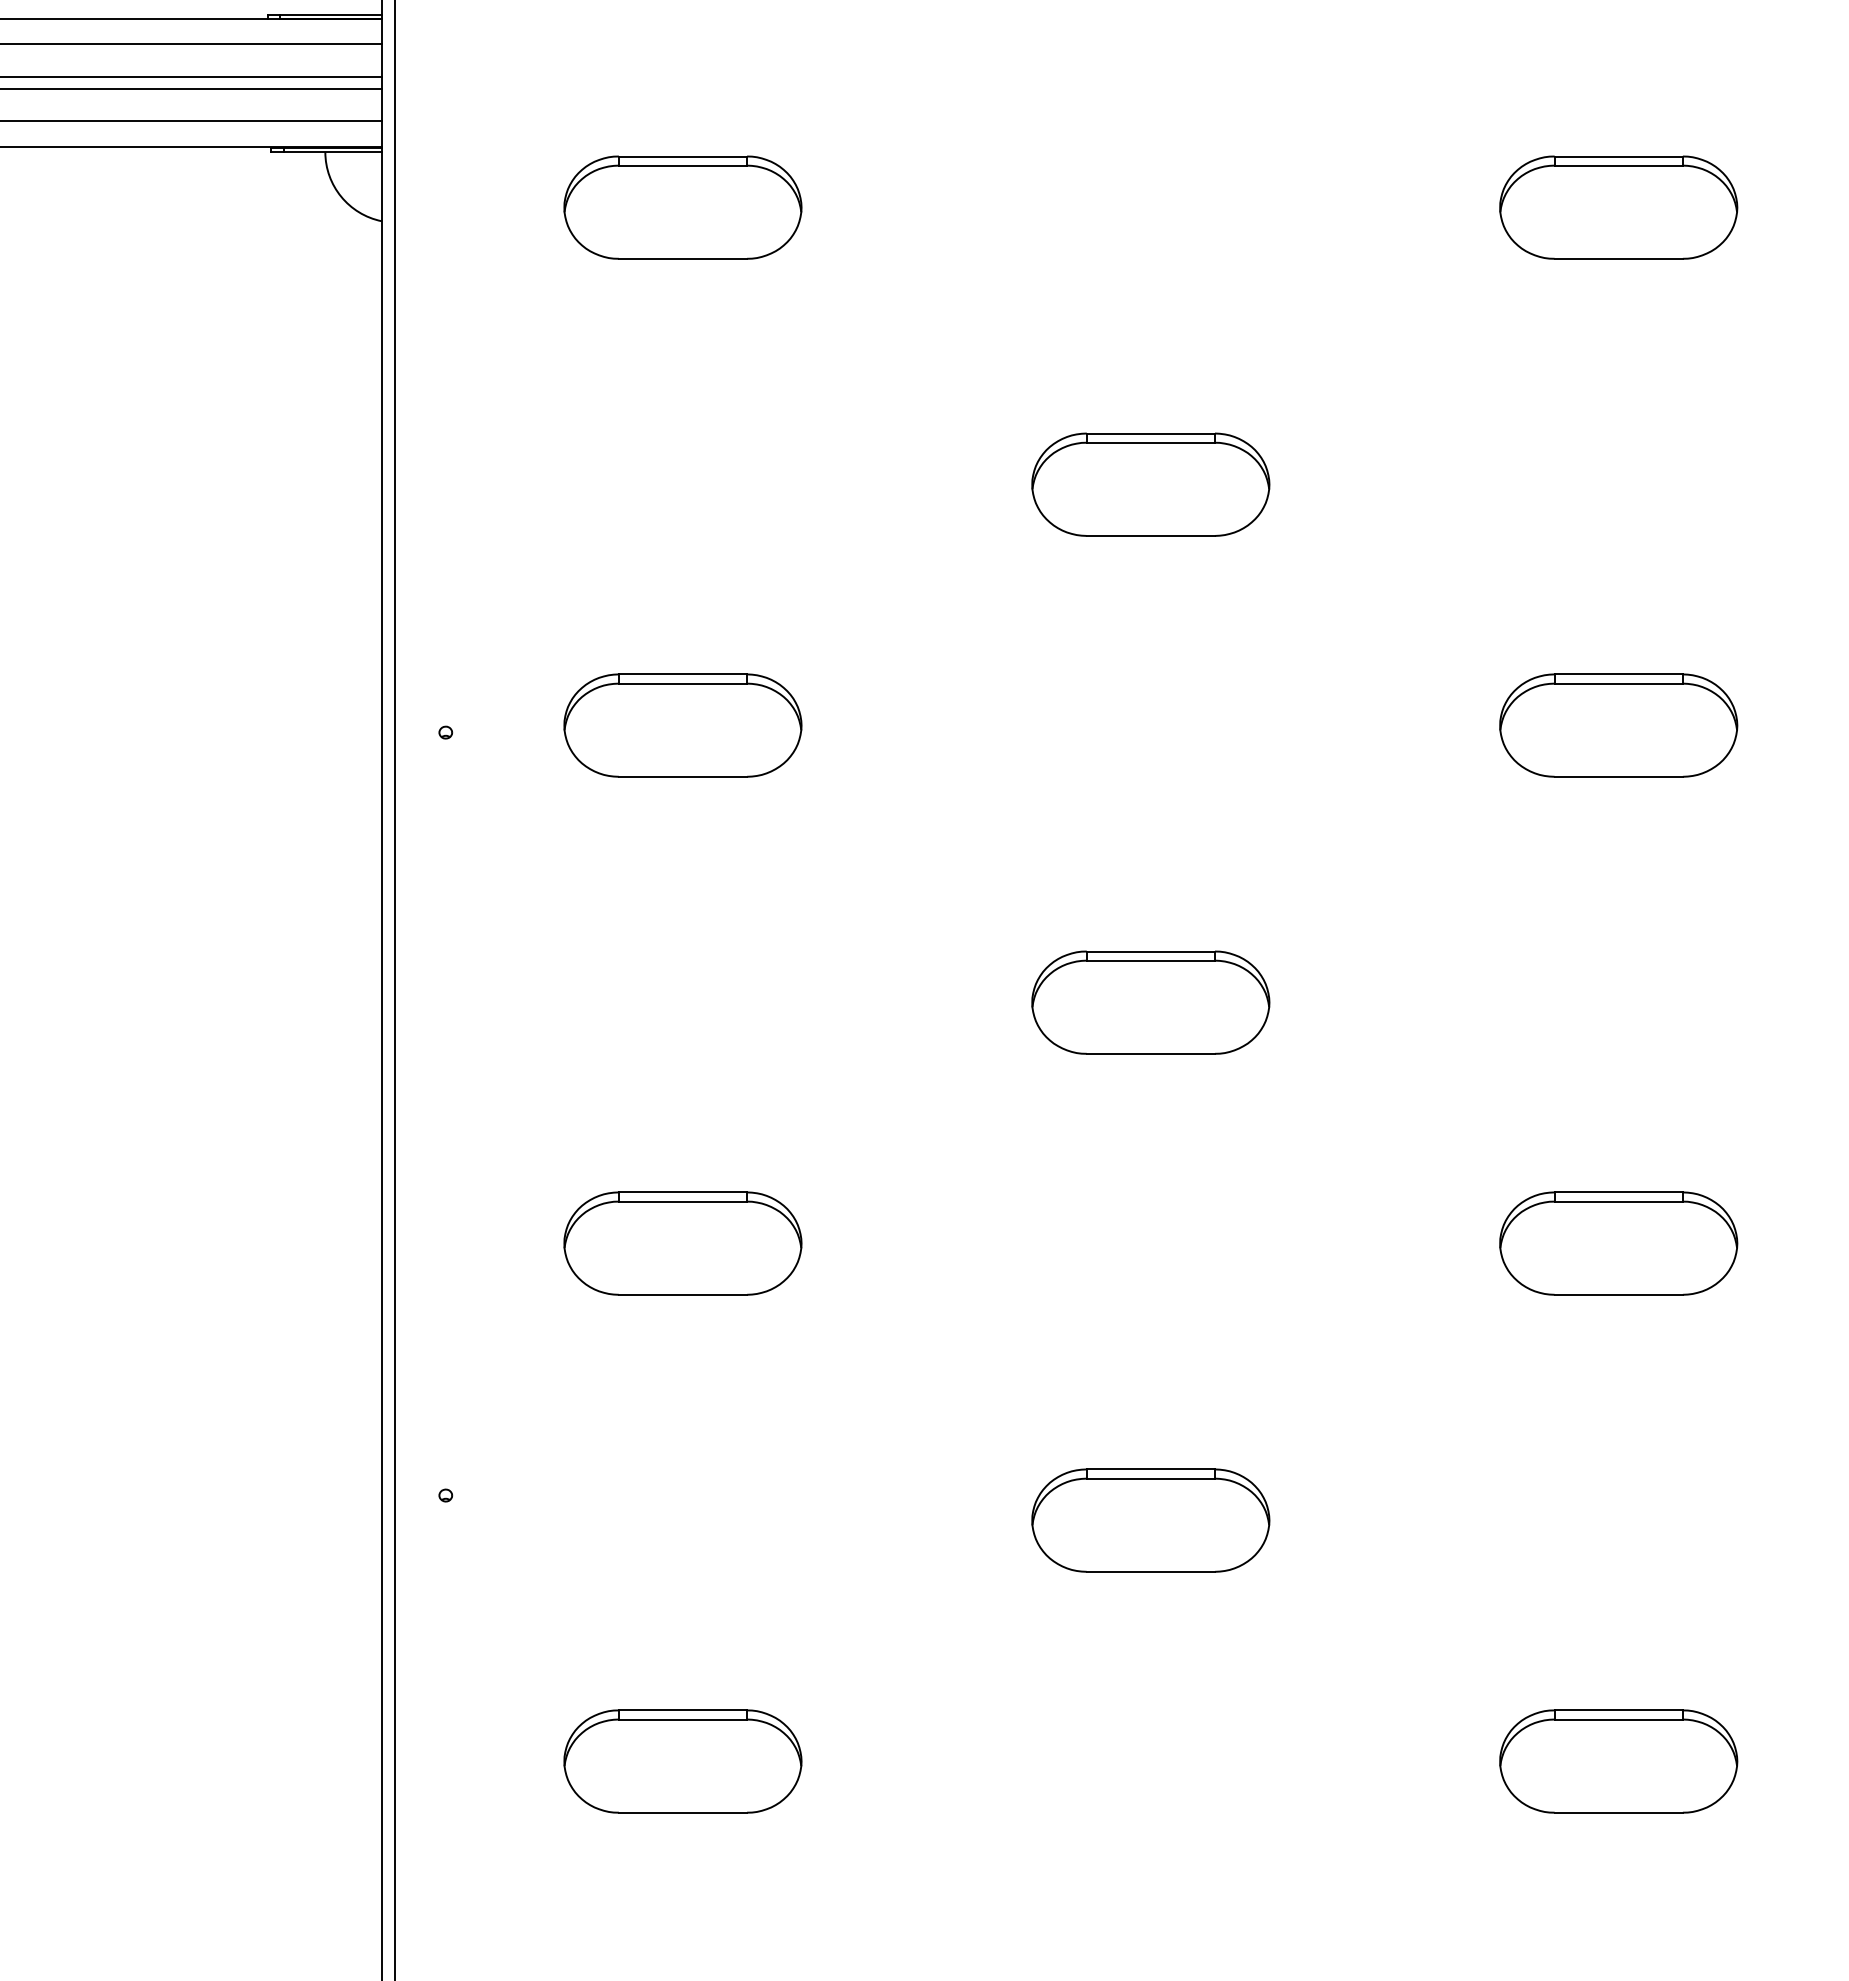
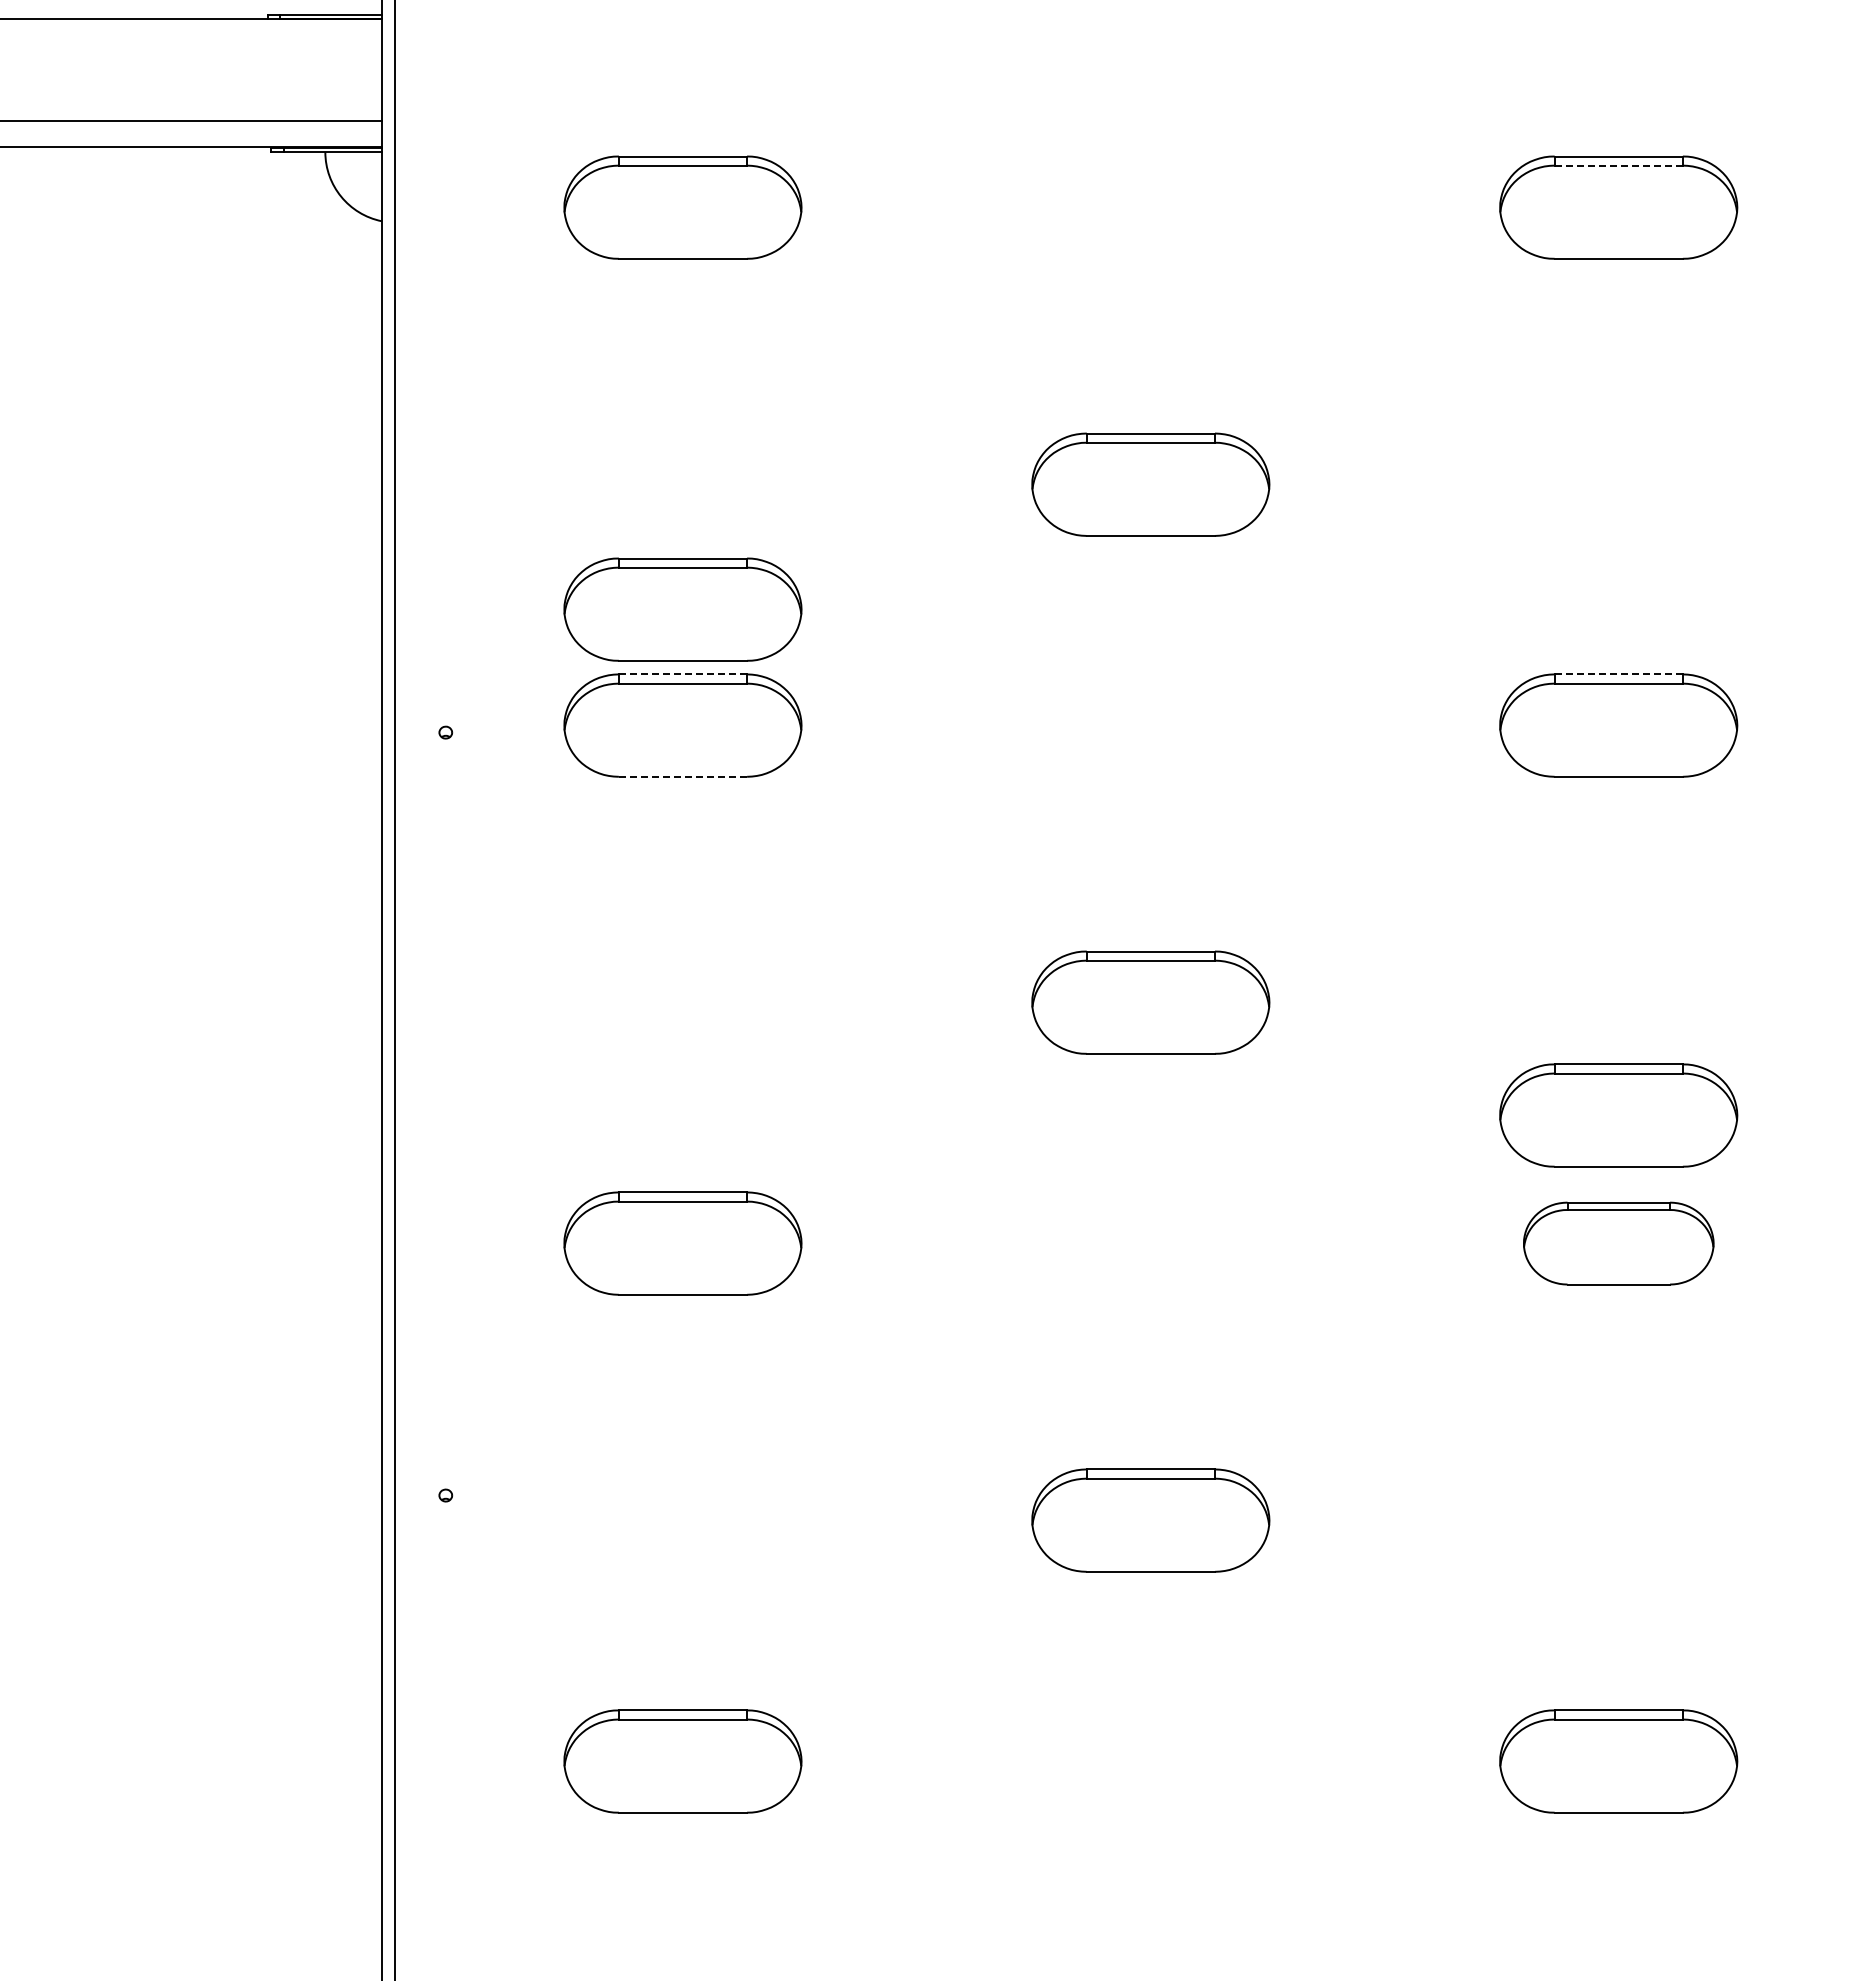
line at (191, 44): present -> none
line at (191, 77): present -> none
line at (191, 88): present -> none
line at (1618, 165): solid -> dashed
part at (682, 609): none -> present
line at (683, 674): solid -> dashed
line at (1618, 674): solid -> dashed
line at (683, 776): solid -> dashed
part at (1618, 1115): none -> present
part at (1618, 1243) size: 240x105 px -> 192x85 px
